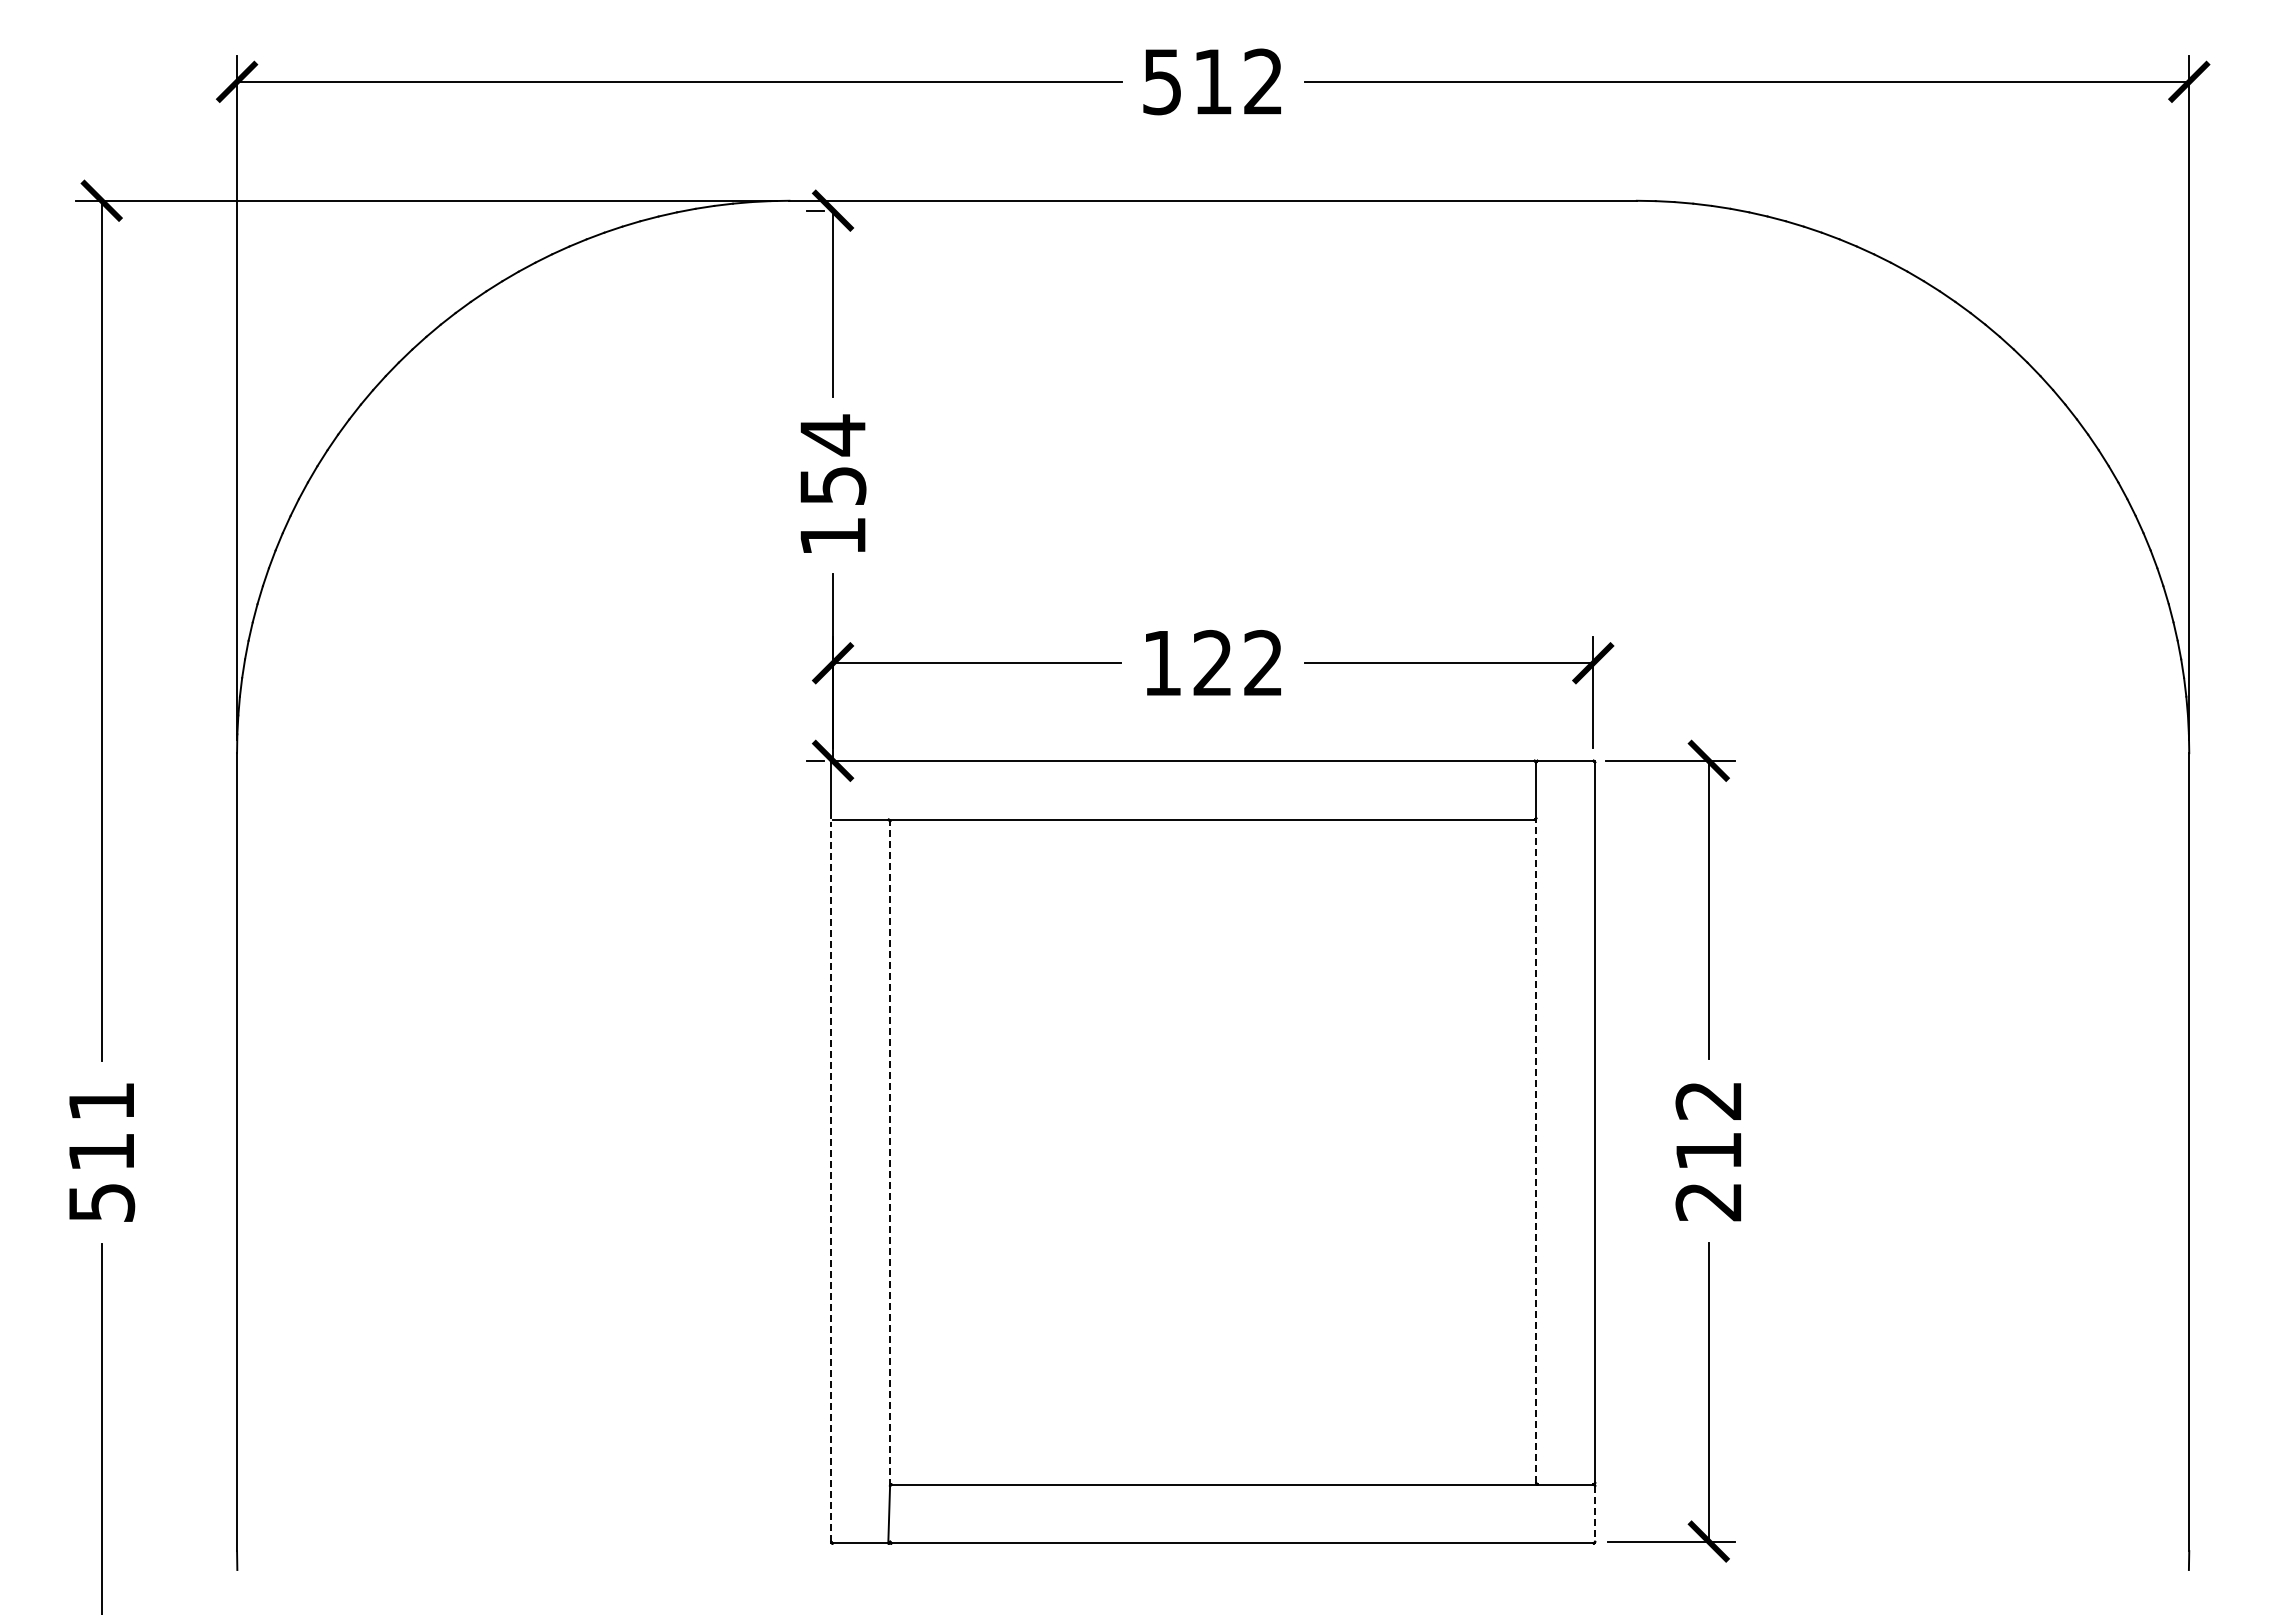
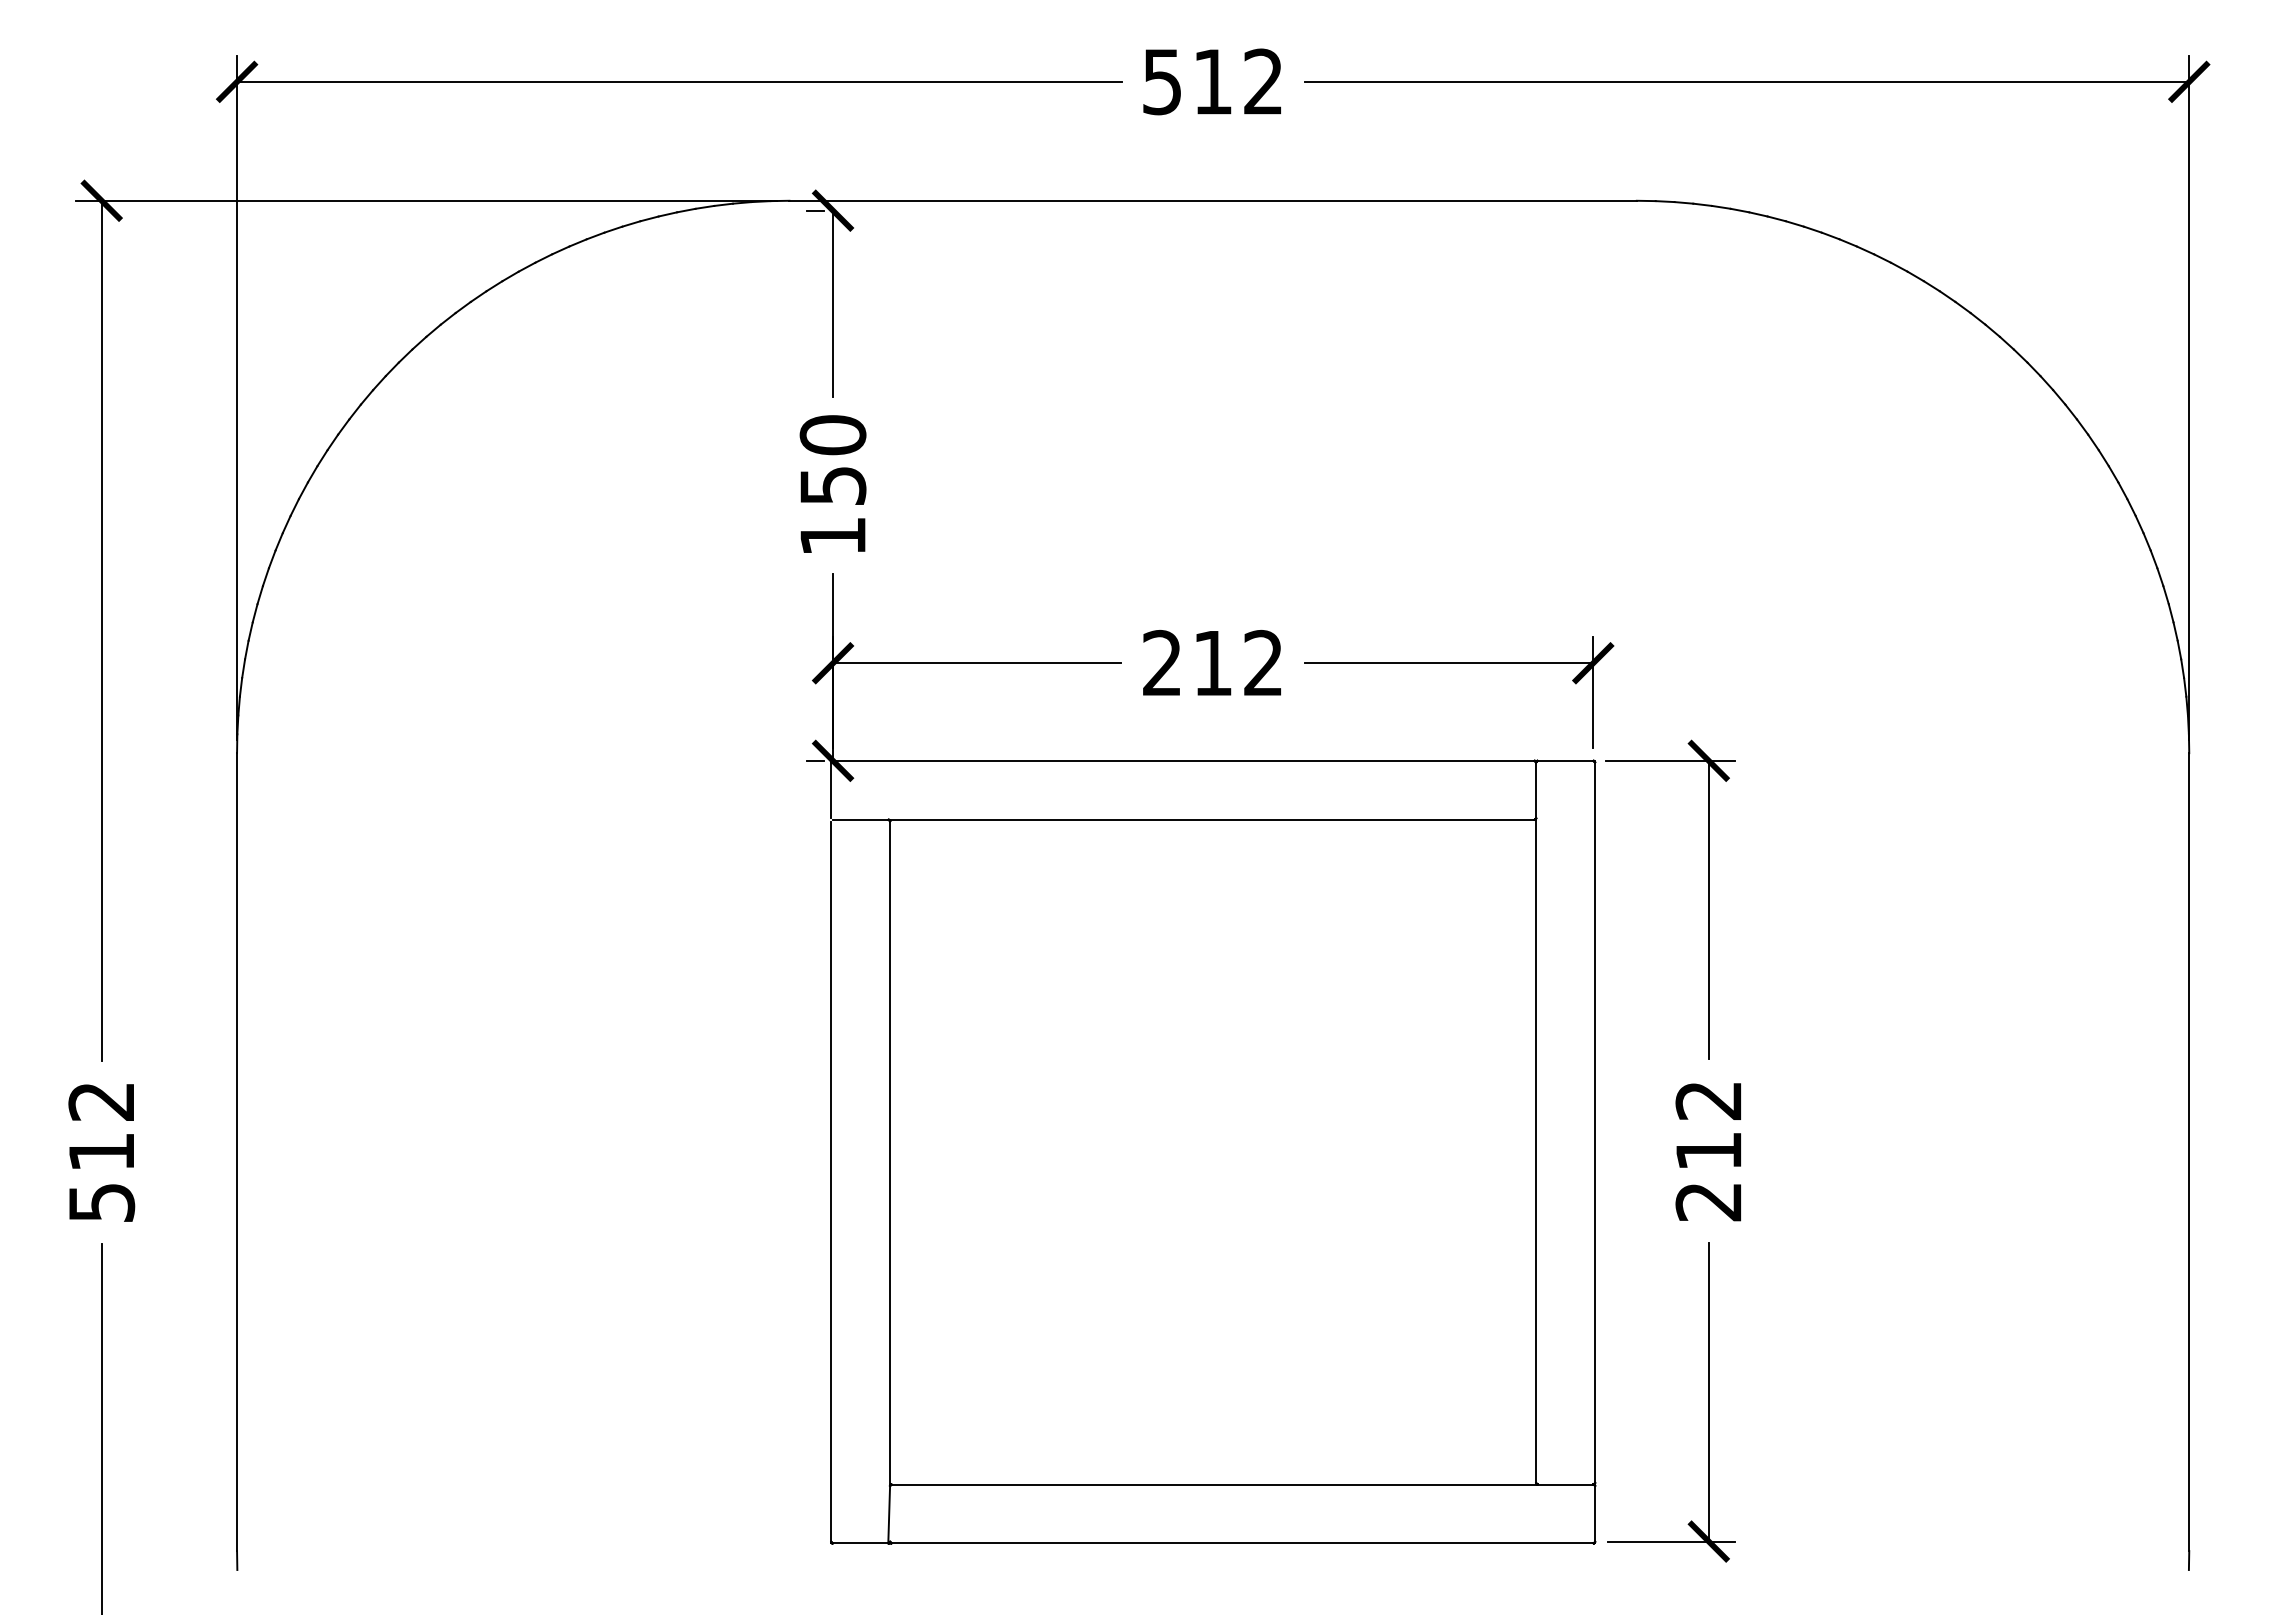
text at (832, 435): 154 -> 150
text at (1187, 662): 122 -> 212
text at (100, 1101): 511 -> 512
line at (1536, 1149): dashed -> solid
line at (890, 1153): dashed -> solid
line at (831, 1181): dashed -> solid
line at (1595, 1513): dashed -> solid
